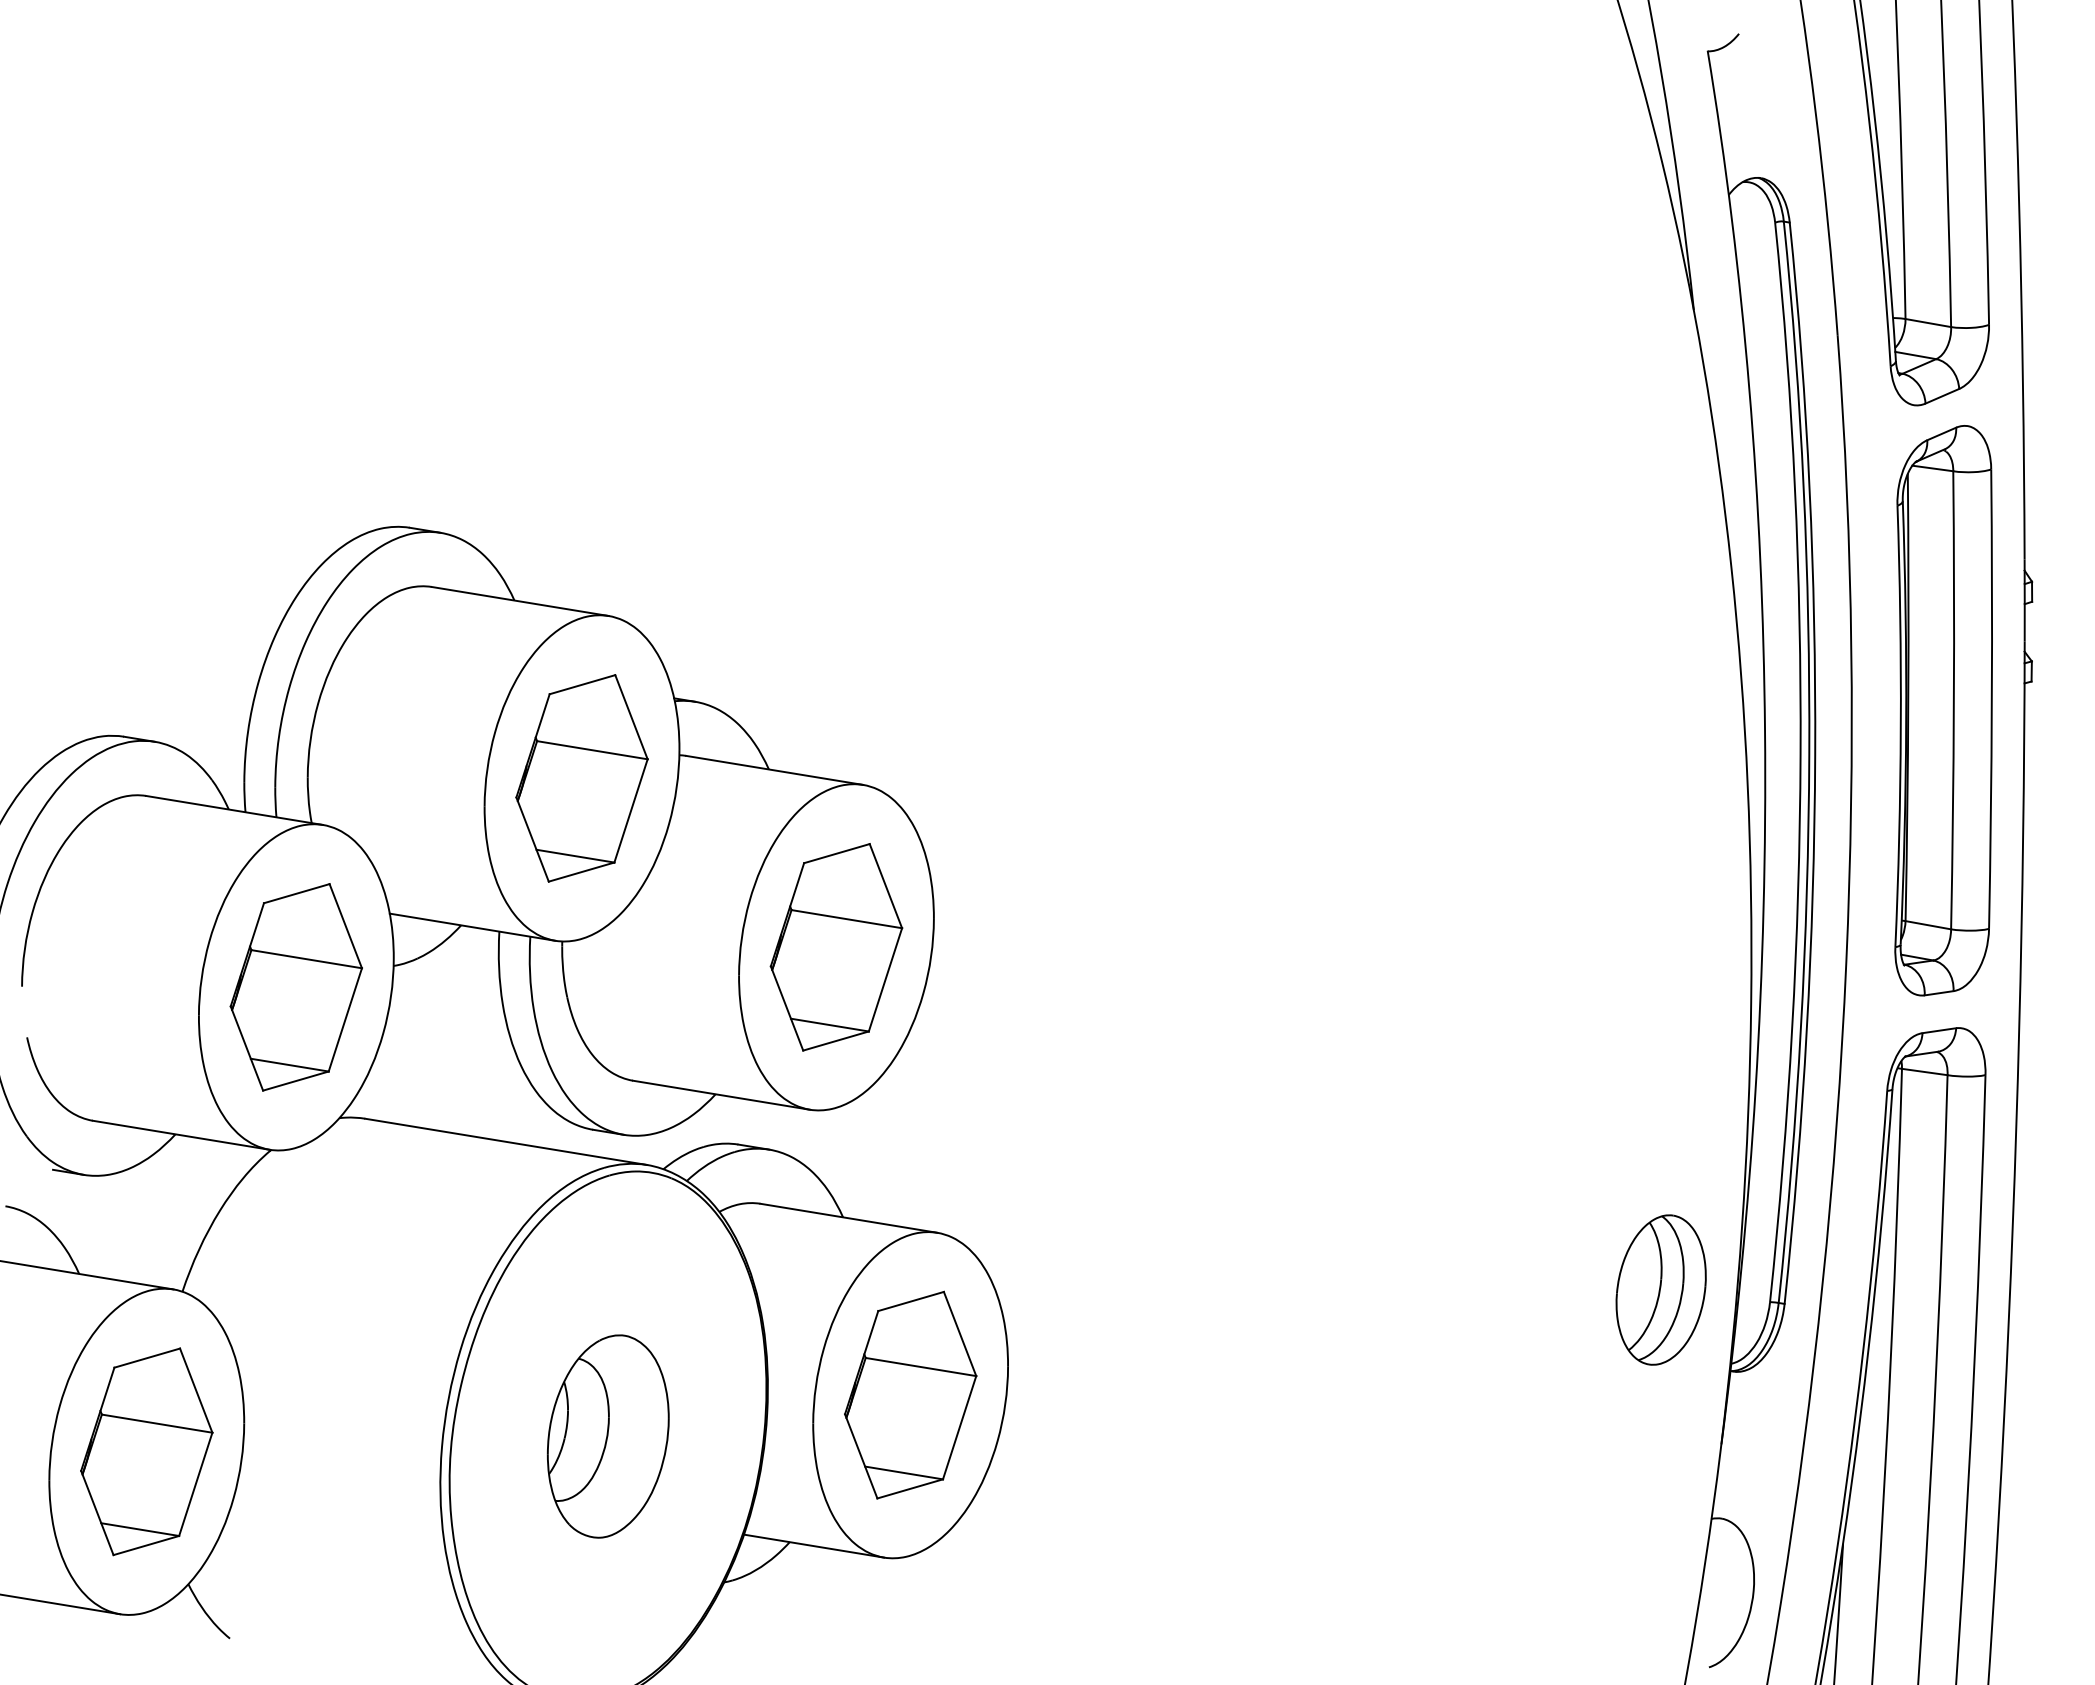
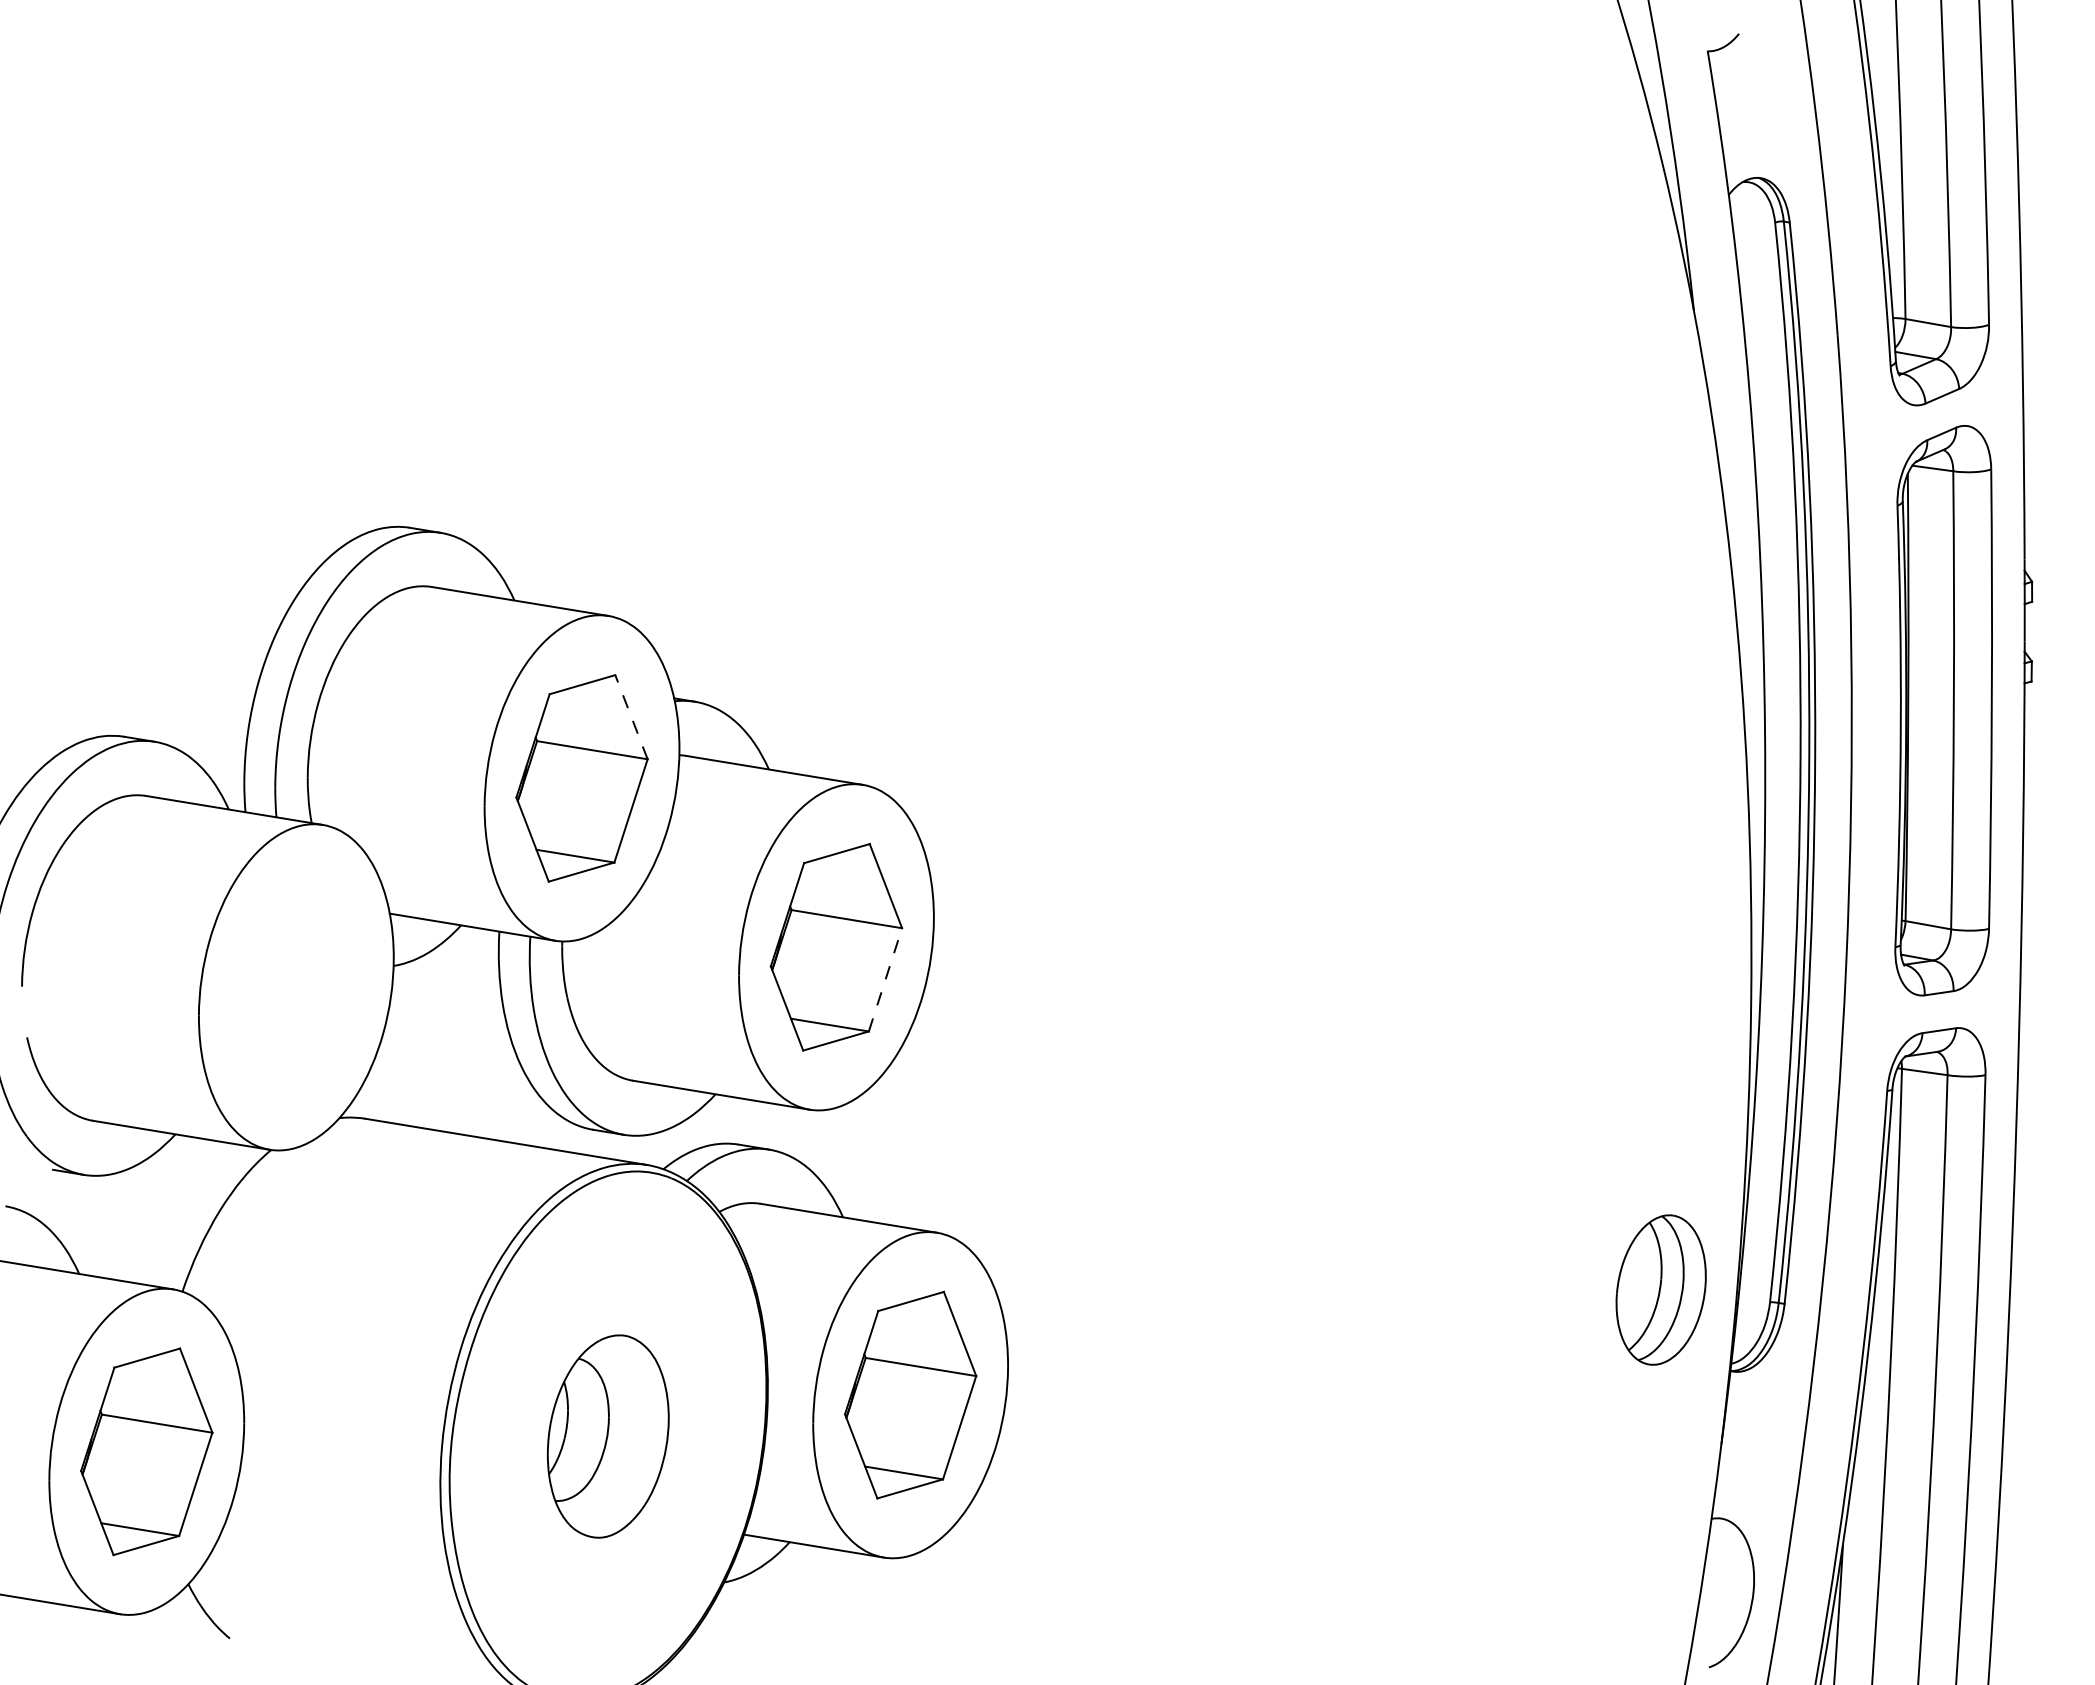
line at (631, 716): solid -> dashed
line at (885, 979): solid -> dashed
part at (295, 987): present -> none
